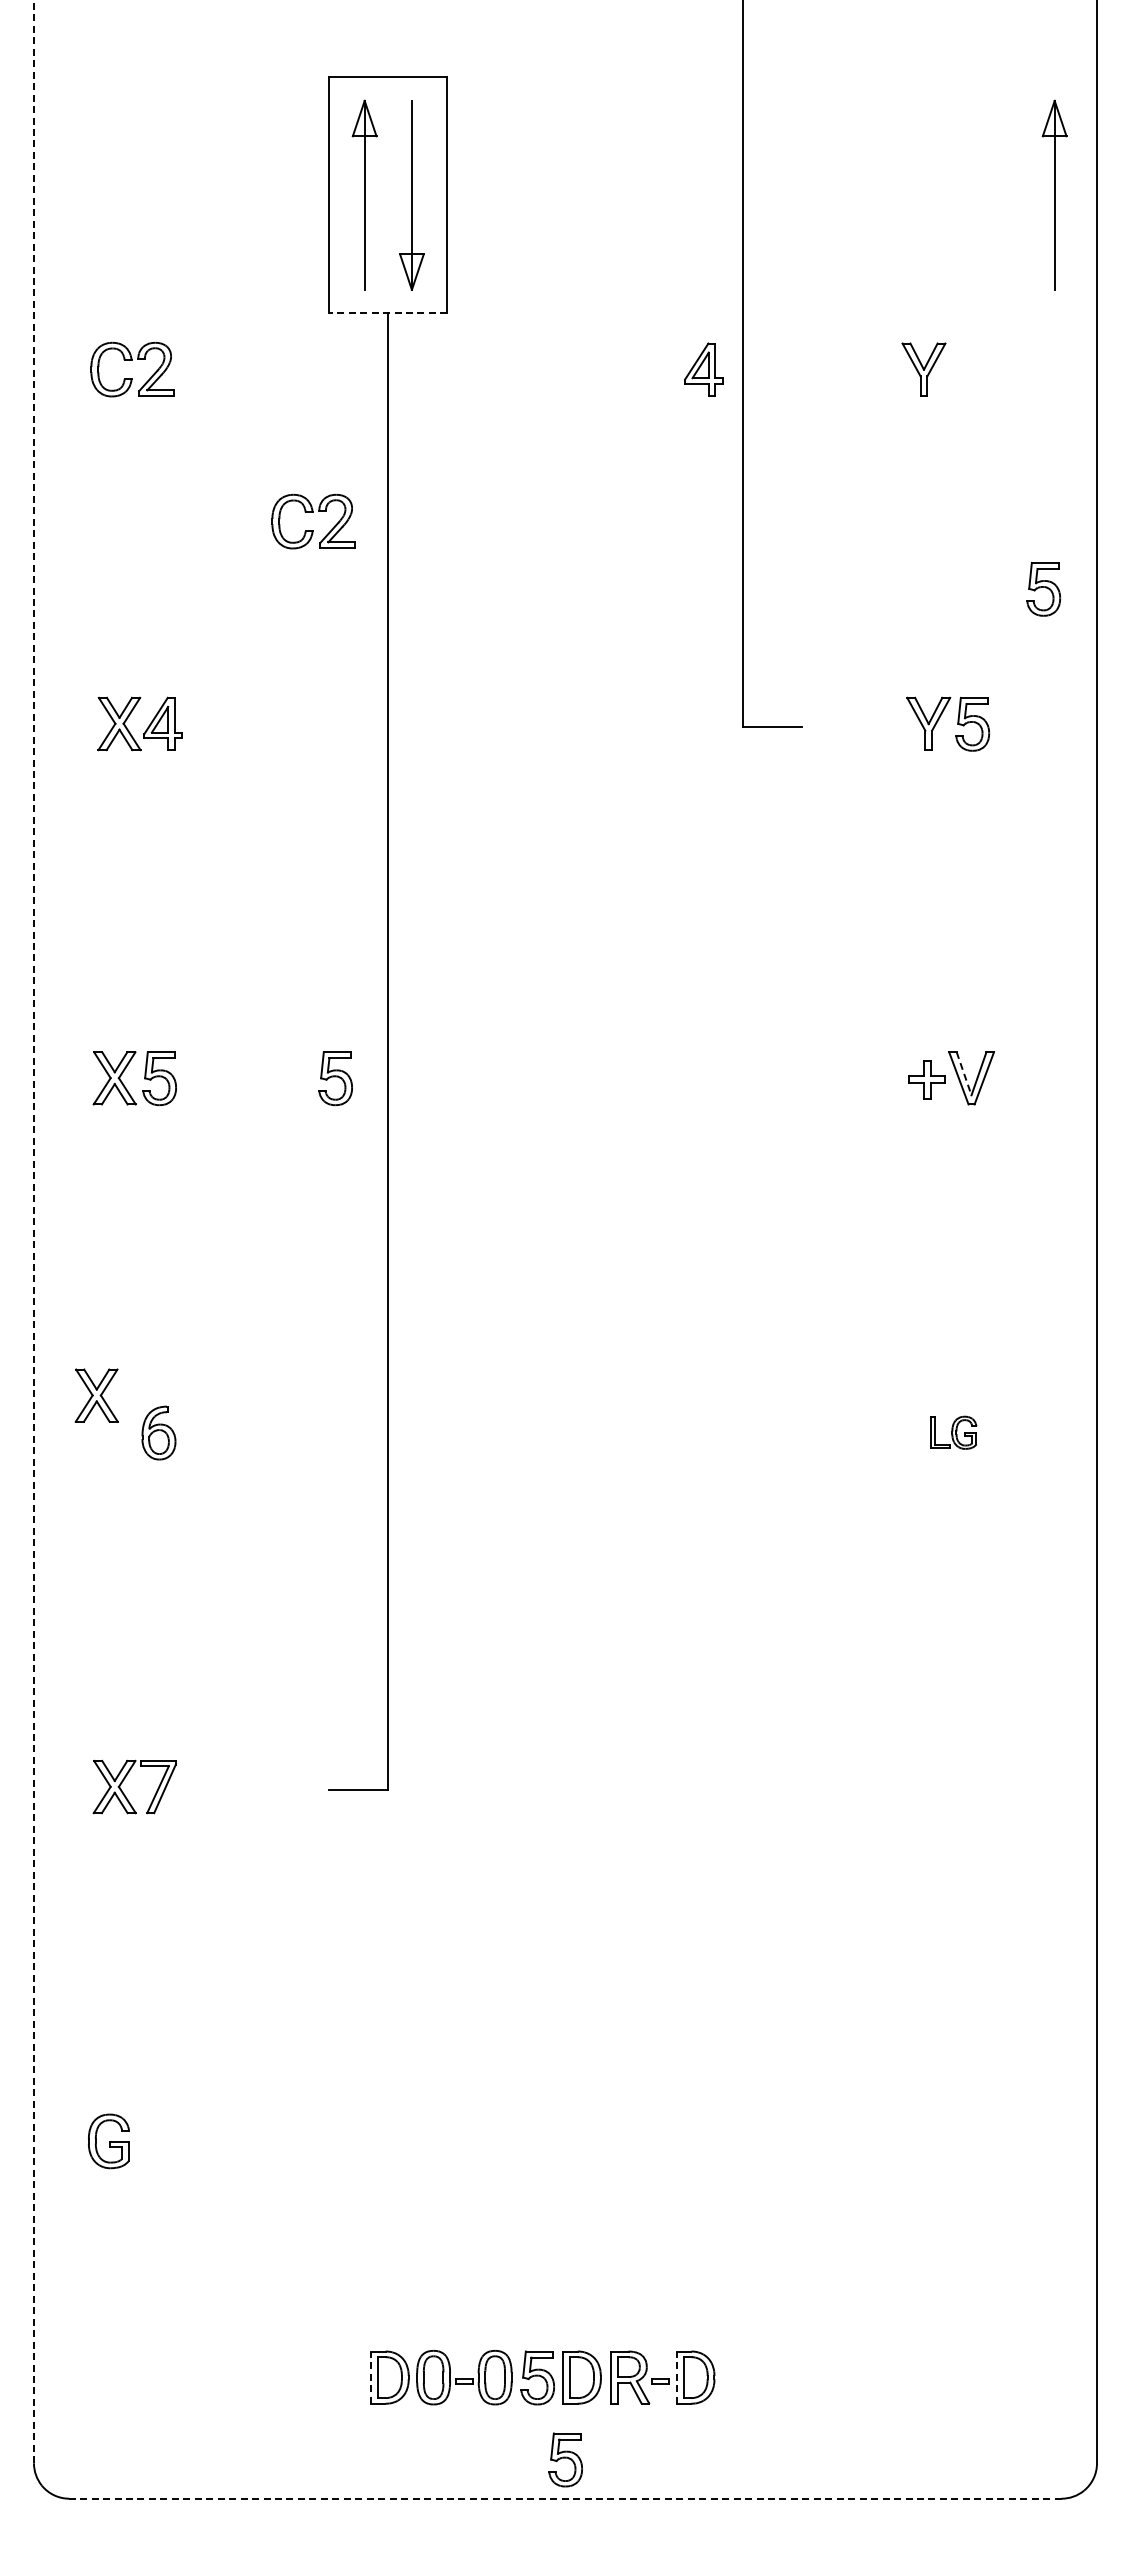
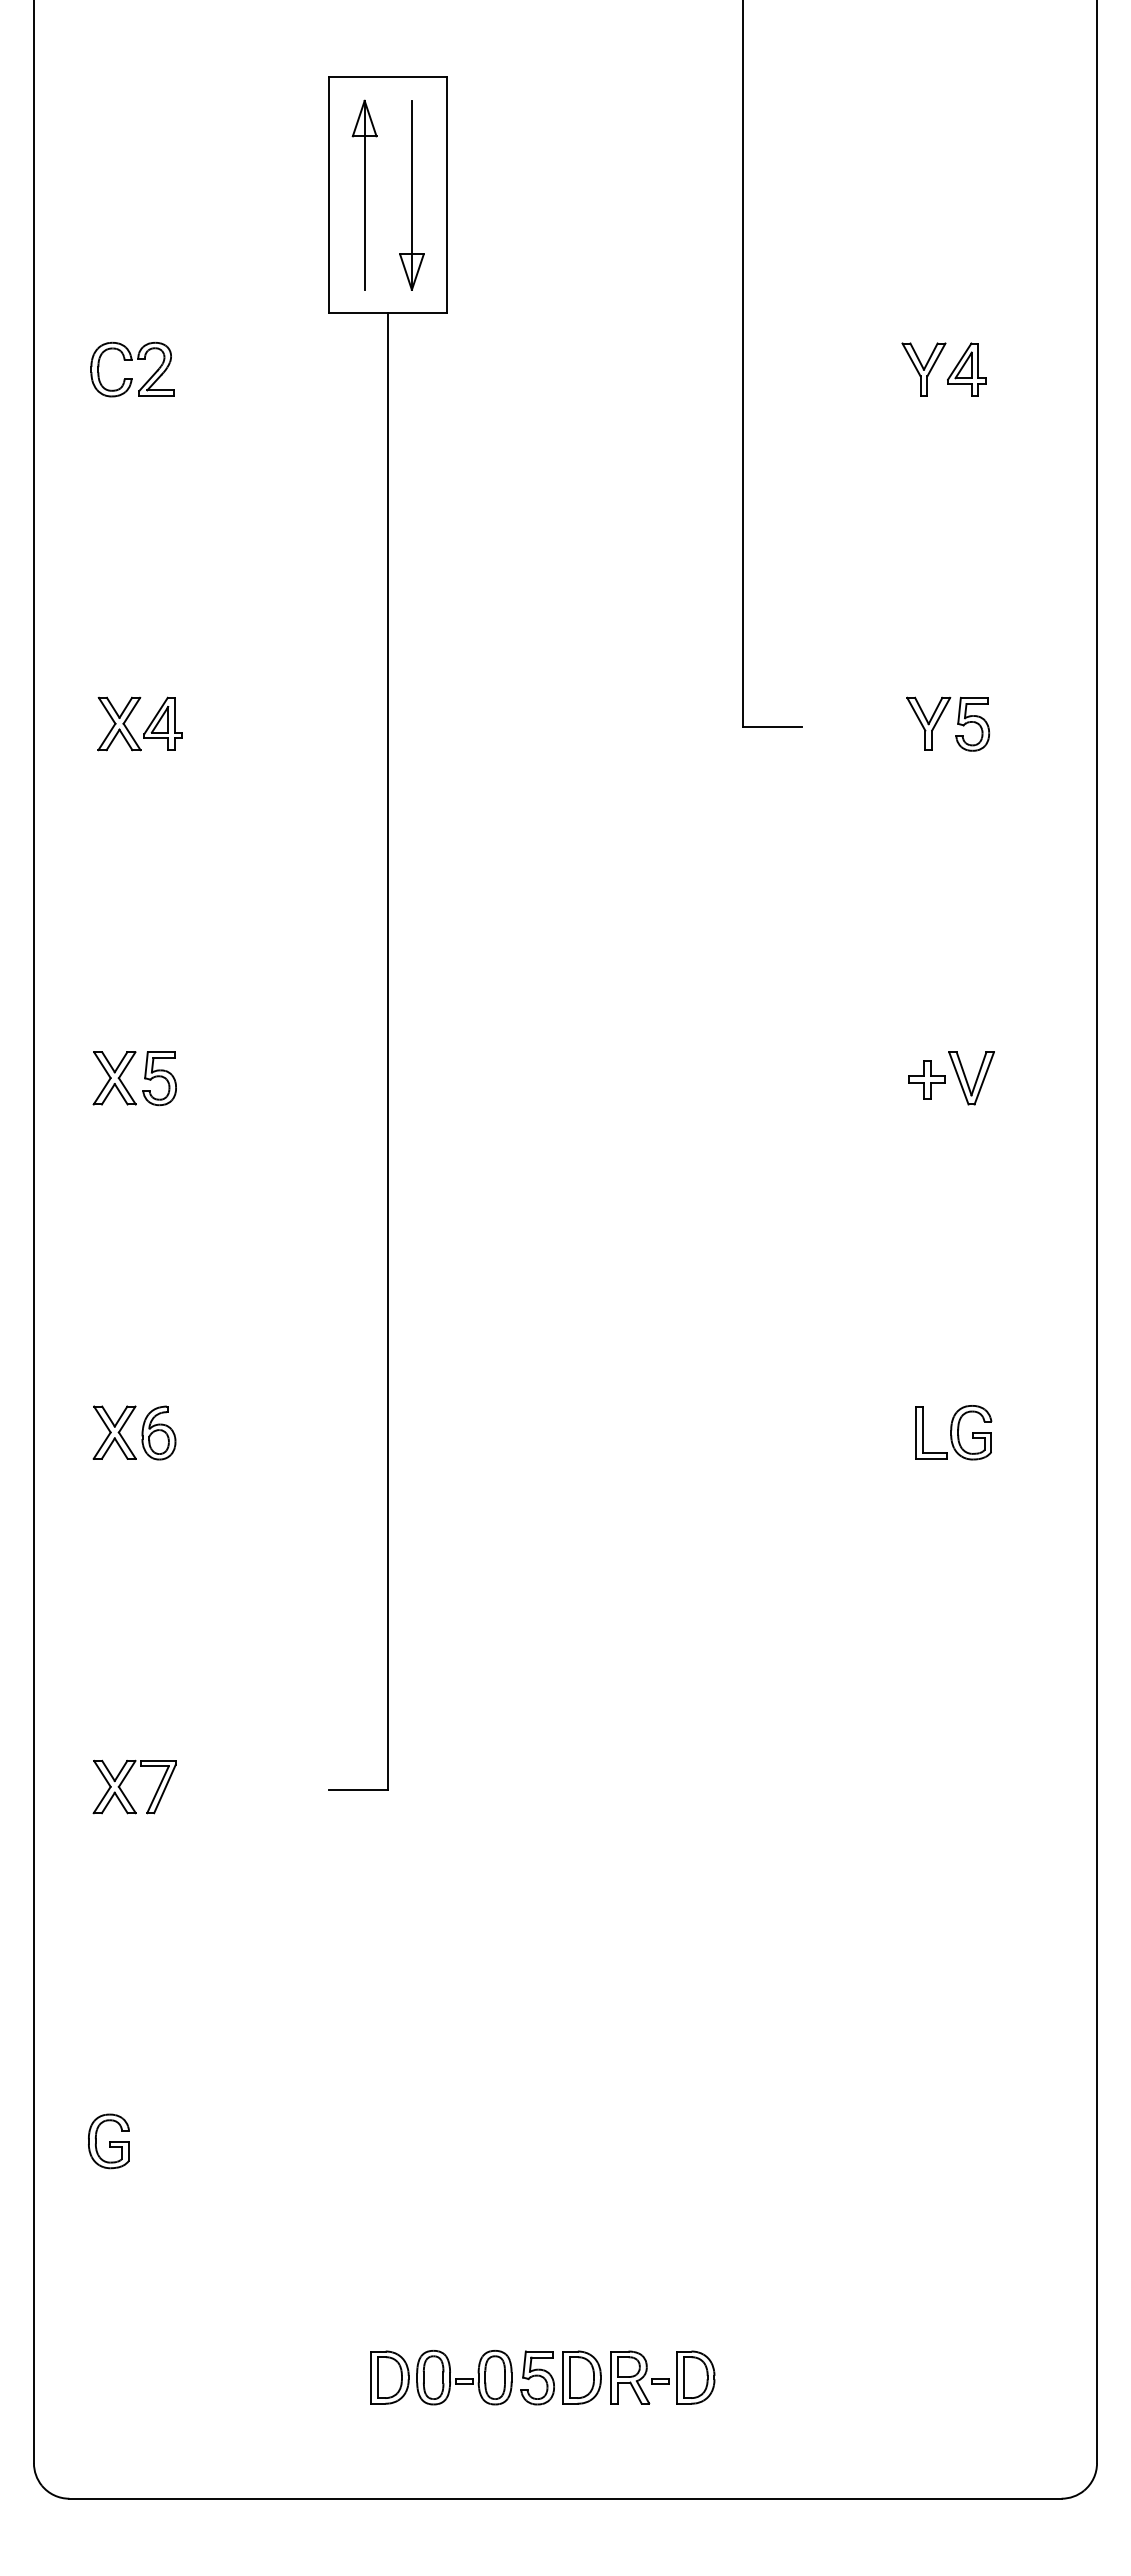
part at (1054, 194): present -> none
line at (387, 313): dashed -> solid
part at (703, 369) position: (703, 369) -> (966, 369)
part at (313, 512): present -> none
part at (1043, 588): present -> none
line at (964, 1073): dashed -> solid
part at (335, 1078): present -> none
line at (33, 1231): dashed -> solid
part at (96, 1395) position: (96, 1395) -> (114, 1432)
part at (953, 1432) size: 48x35 px -> 78x56 px
line at (370, 2377): dashed -> solid
line at (676, 2377): dashed -> solid
part at (565, 2459): present -> none
line at (564, 2498): dashed -> solid
